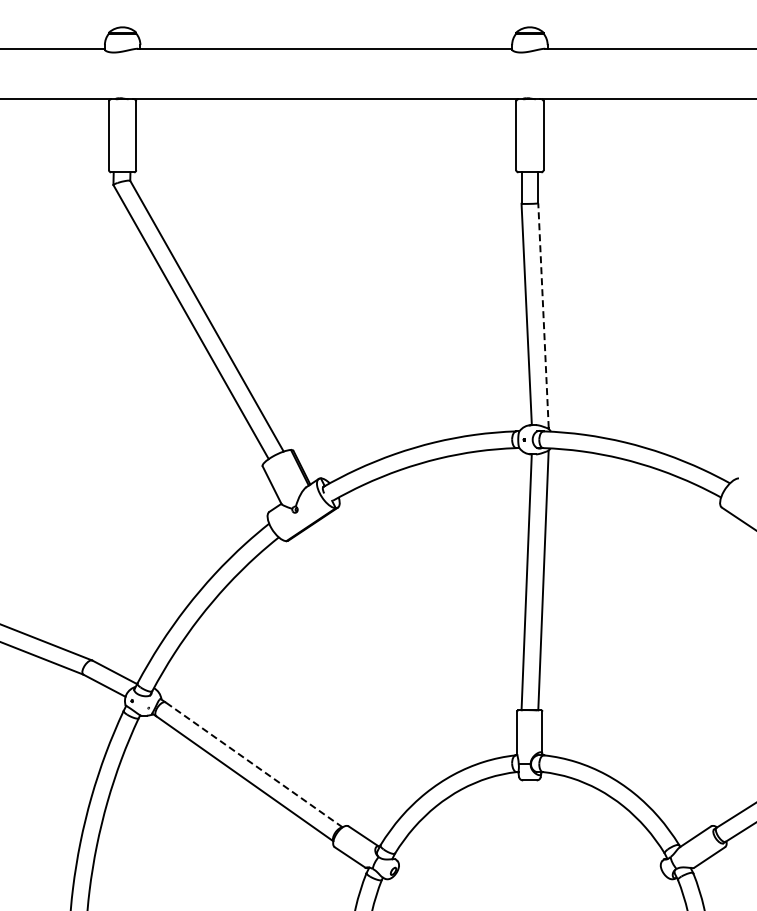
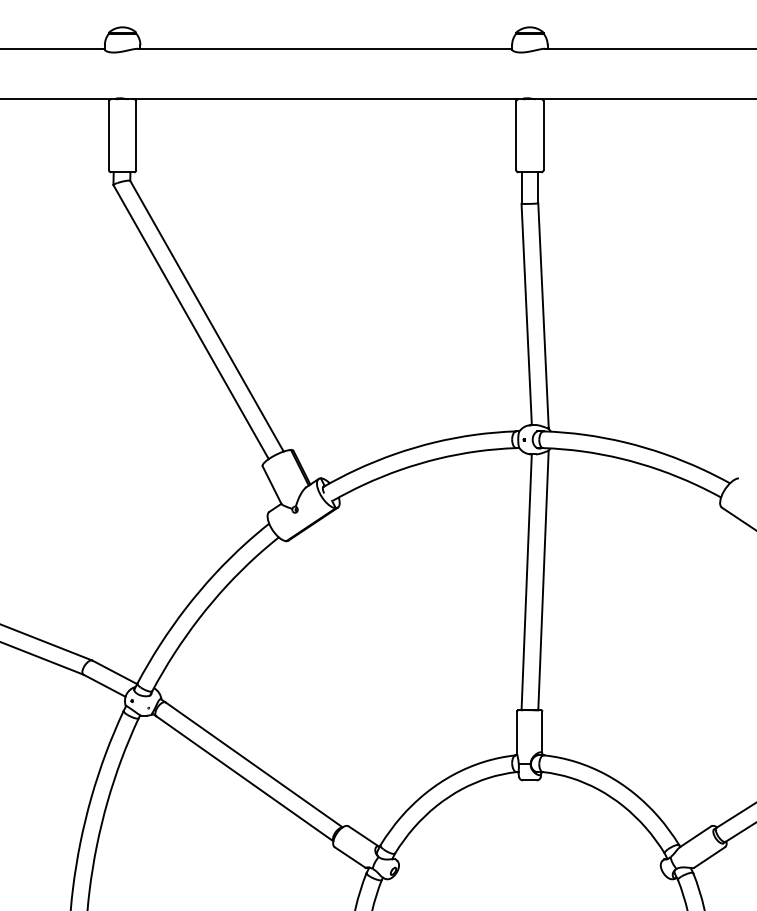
line at (543, 315): dashed -> solid
line at (253, 764): dashed -> solid
